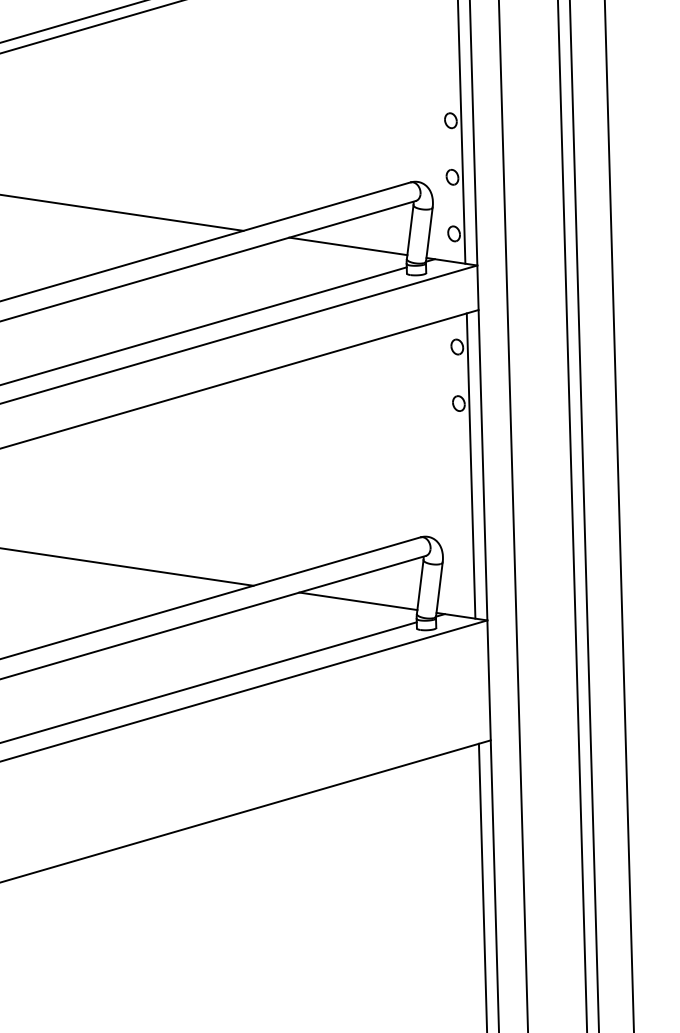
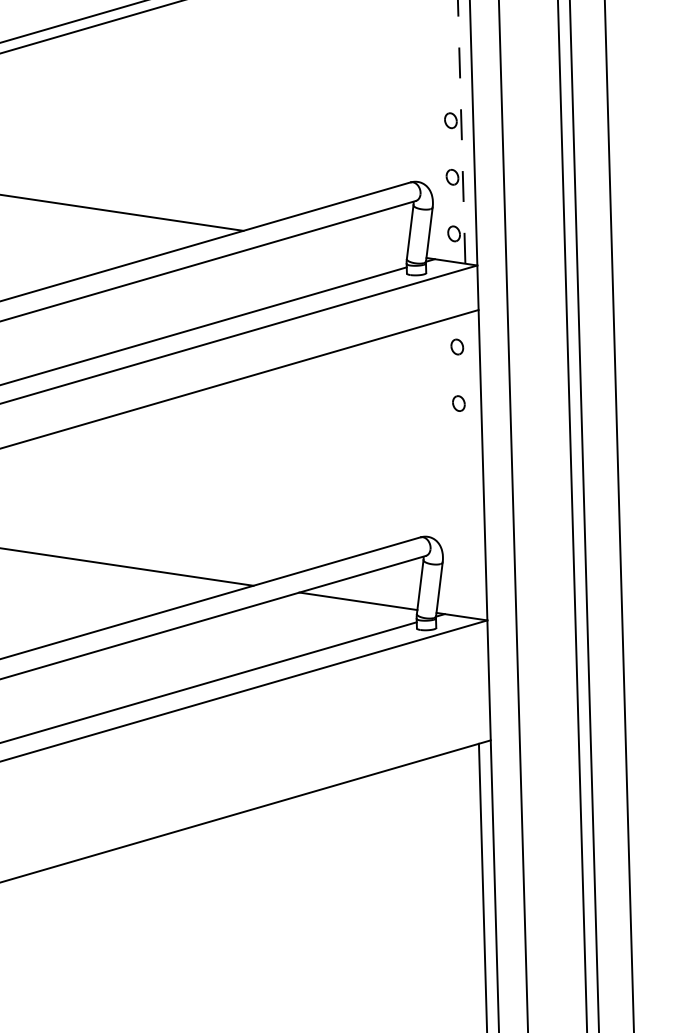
line at (461, 131): solid -> dashed
line at (348, 246): present -> none
line at (470, 465): present -> none
